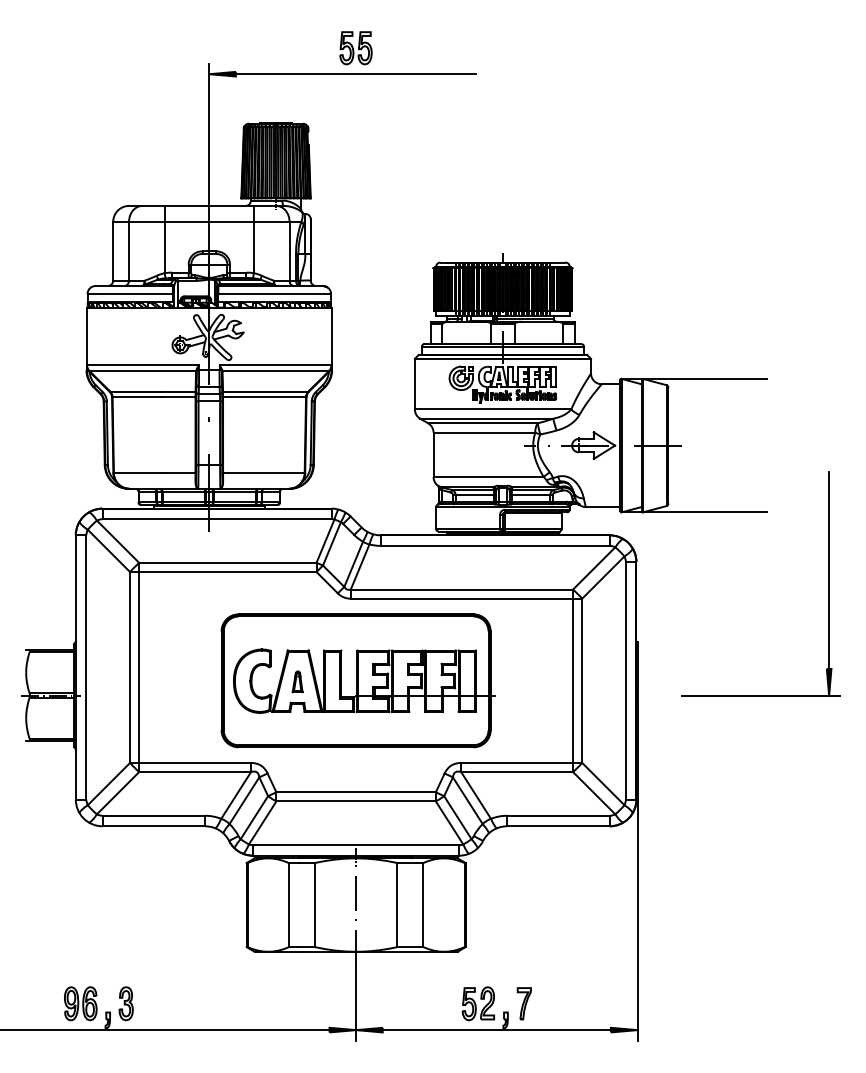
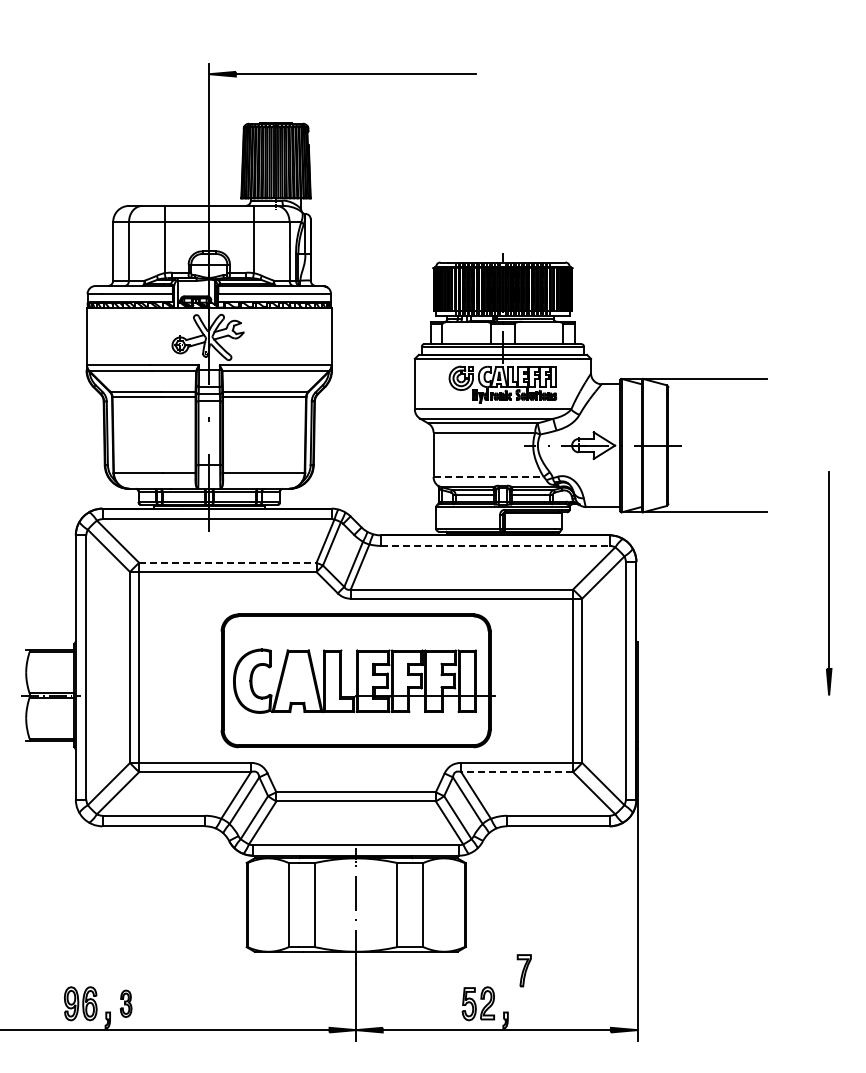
part at (355, 48): present -> none
line at (489, 477): solid -> dashed
line at (495, 545): solid -> dashed
line at (227, 562): solid -> dashed
part at (297, 681): present -> none
line at (760, 695): present -> none
line at (517, 772): solid -> dashed
part at (125, 1003) size: 16x36 px -> 13x29 px
part at (523, 1003) position: (523, 1003) -> (523, 970)
